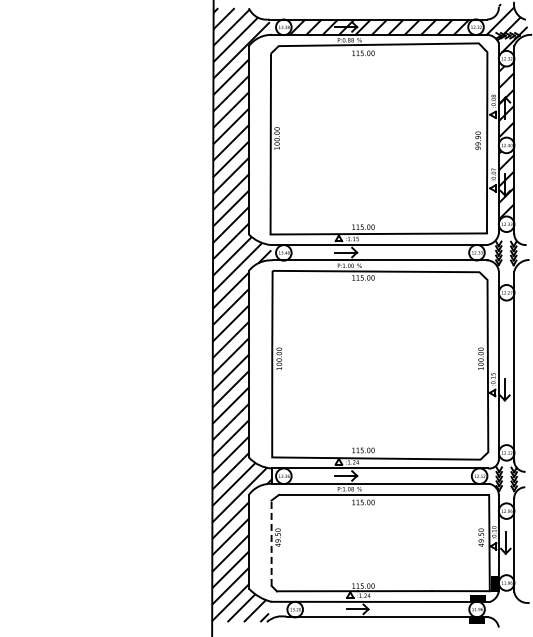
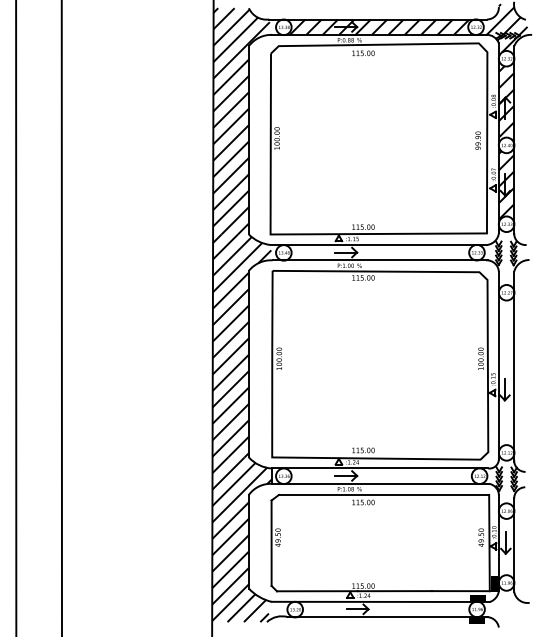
line at (16, 317): none -> present
line at (61, 317): none -> present
line at (271, 543): dashed -> solid
